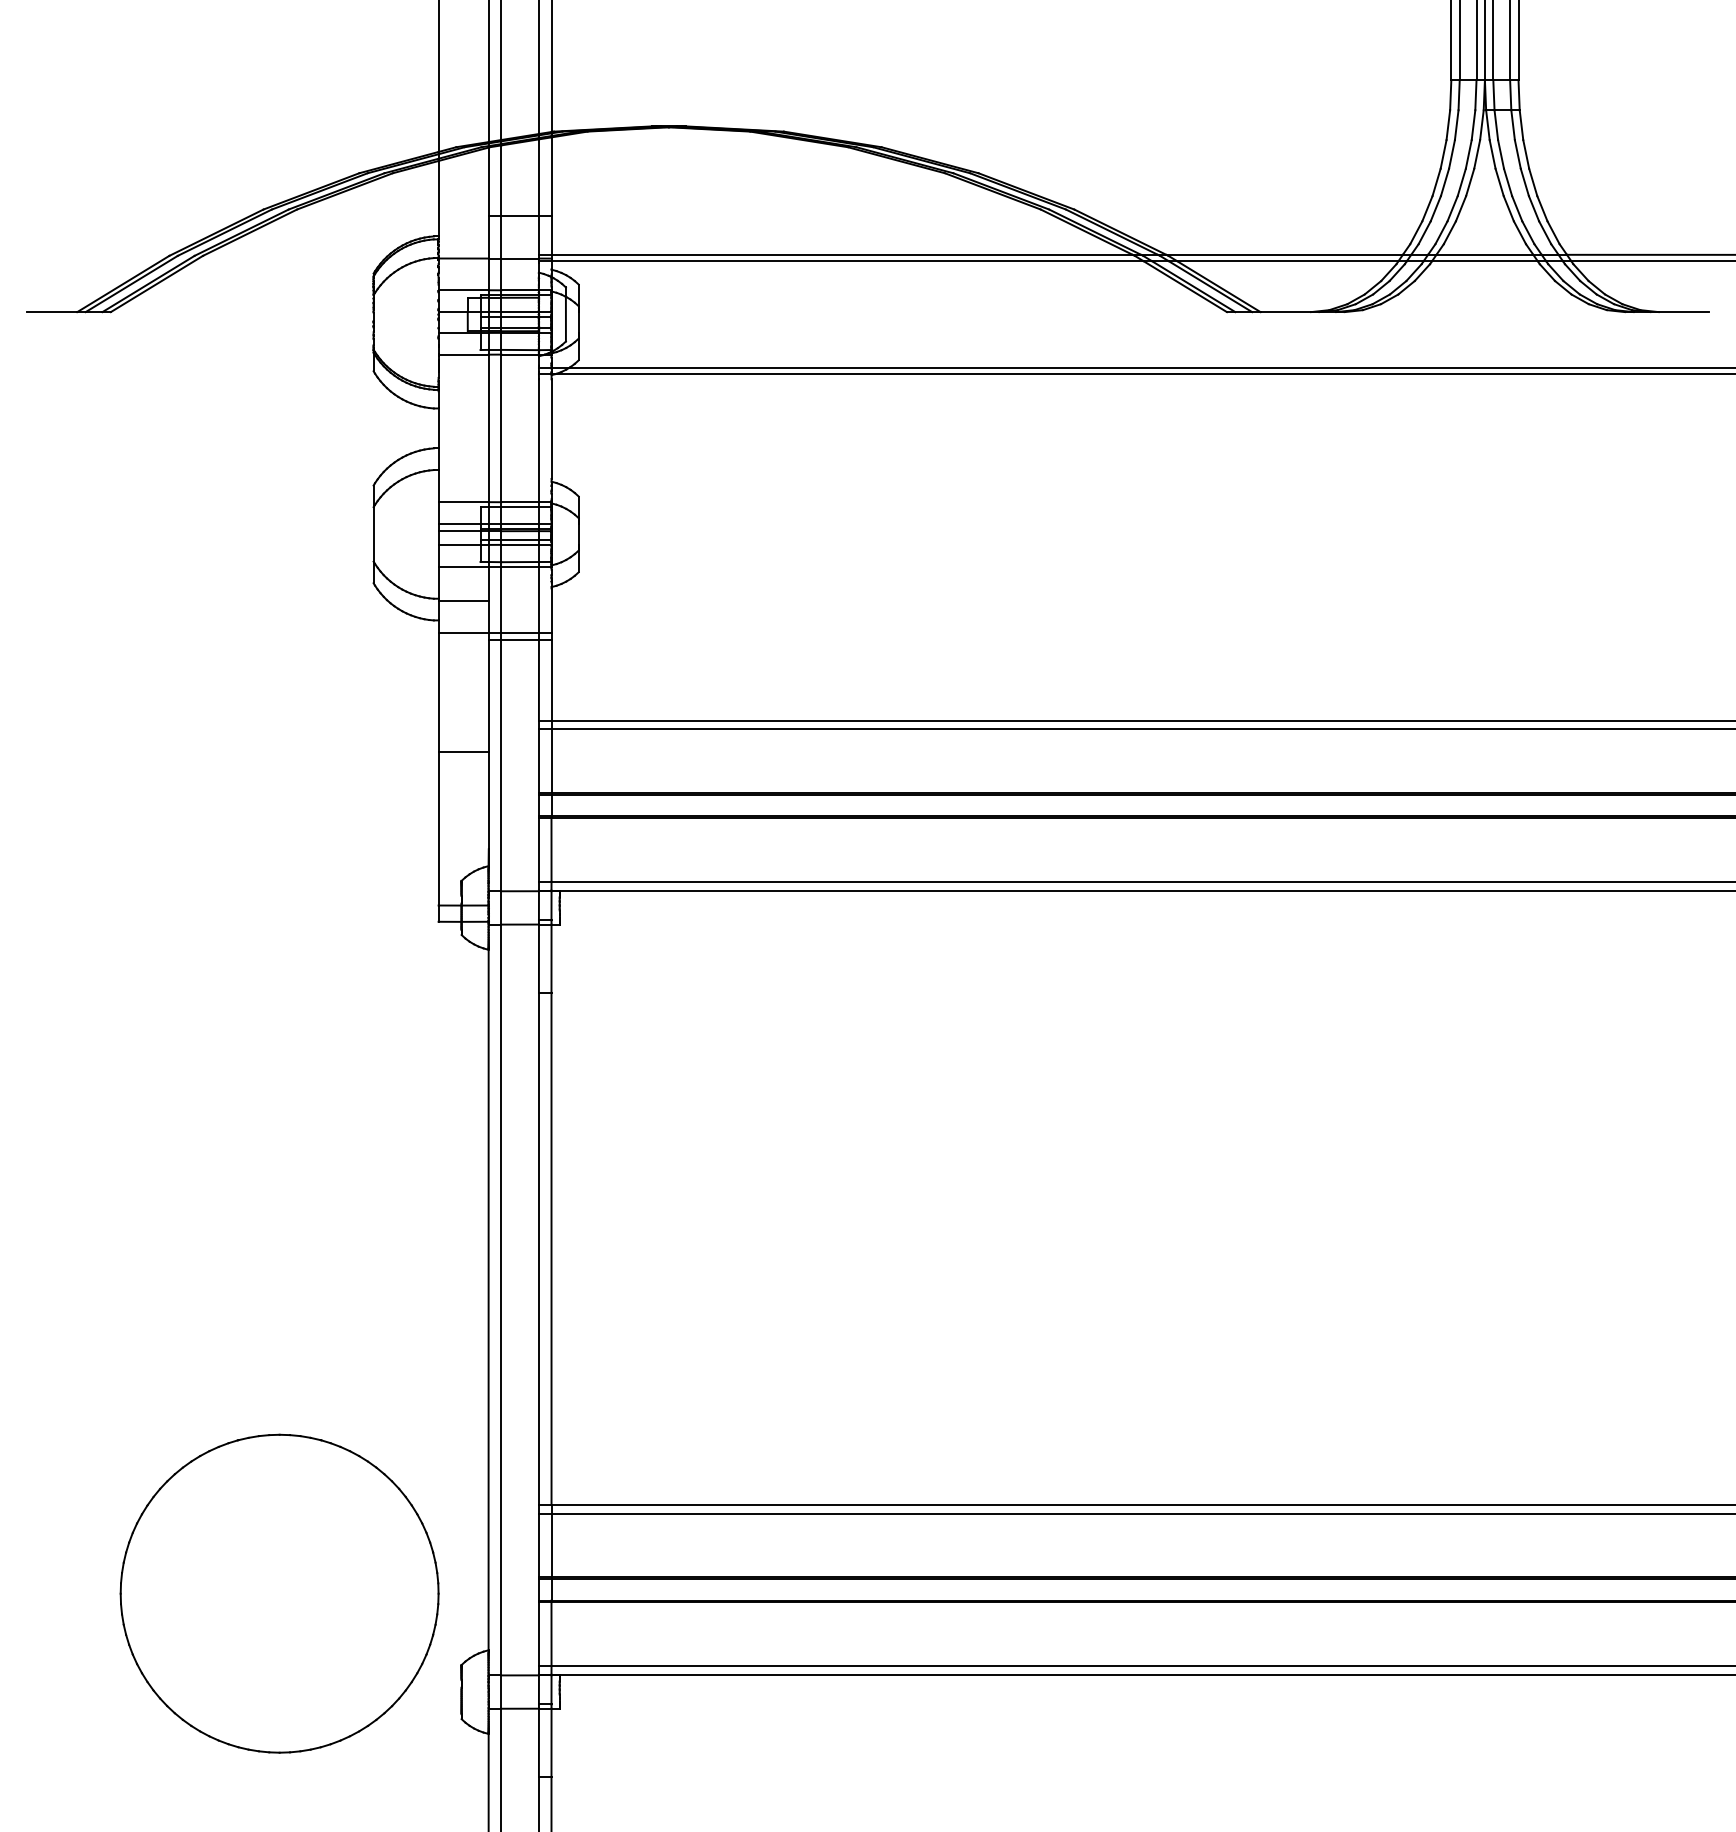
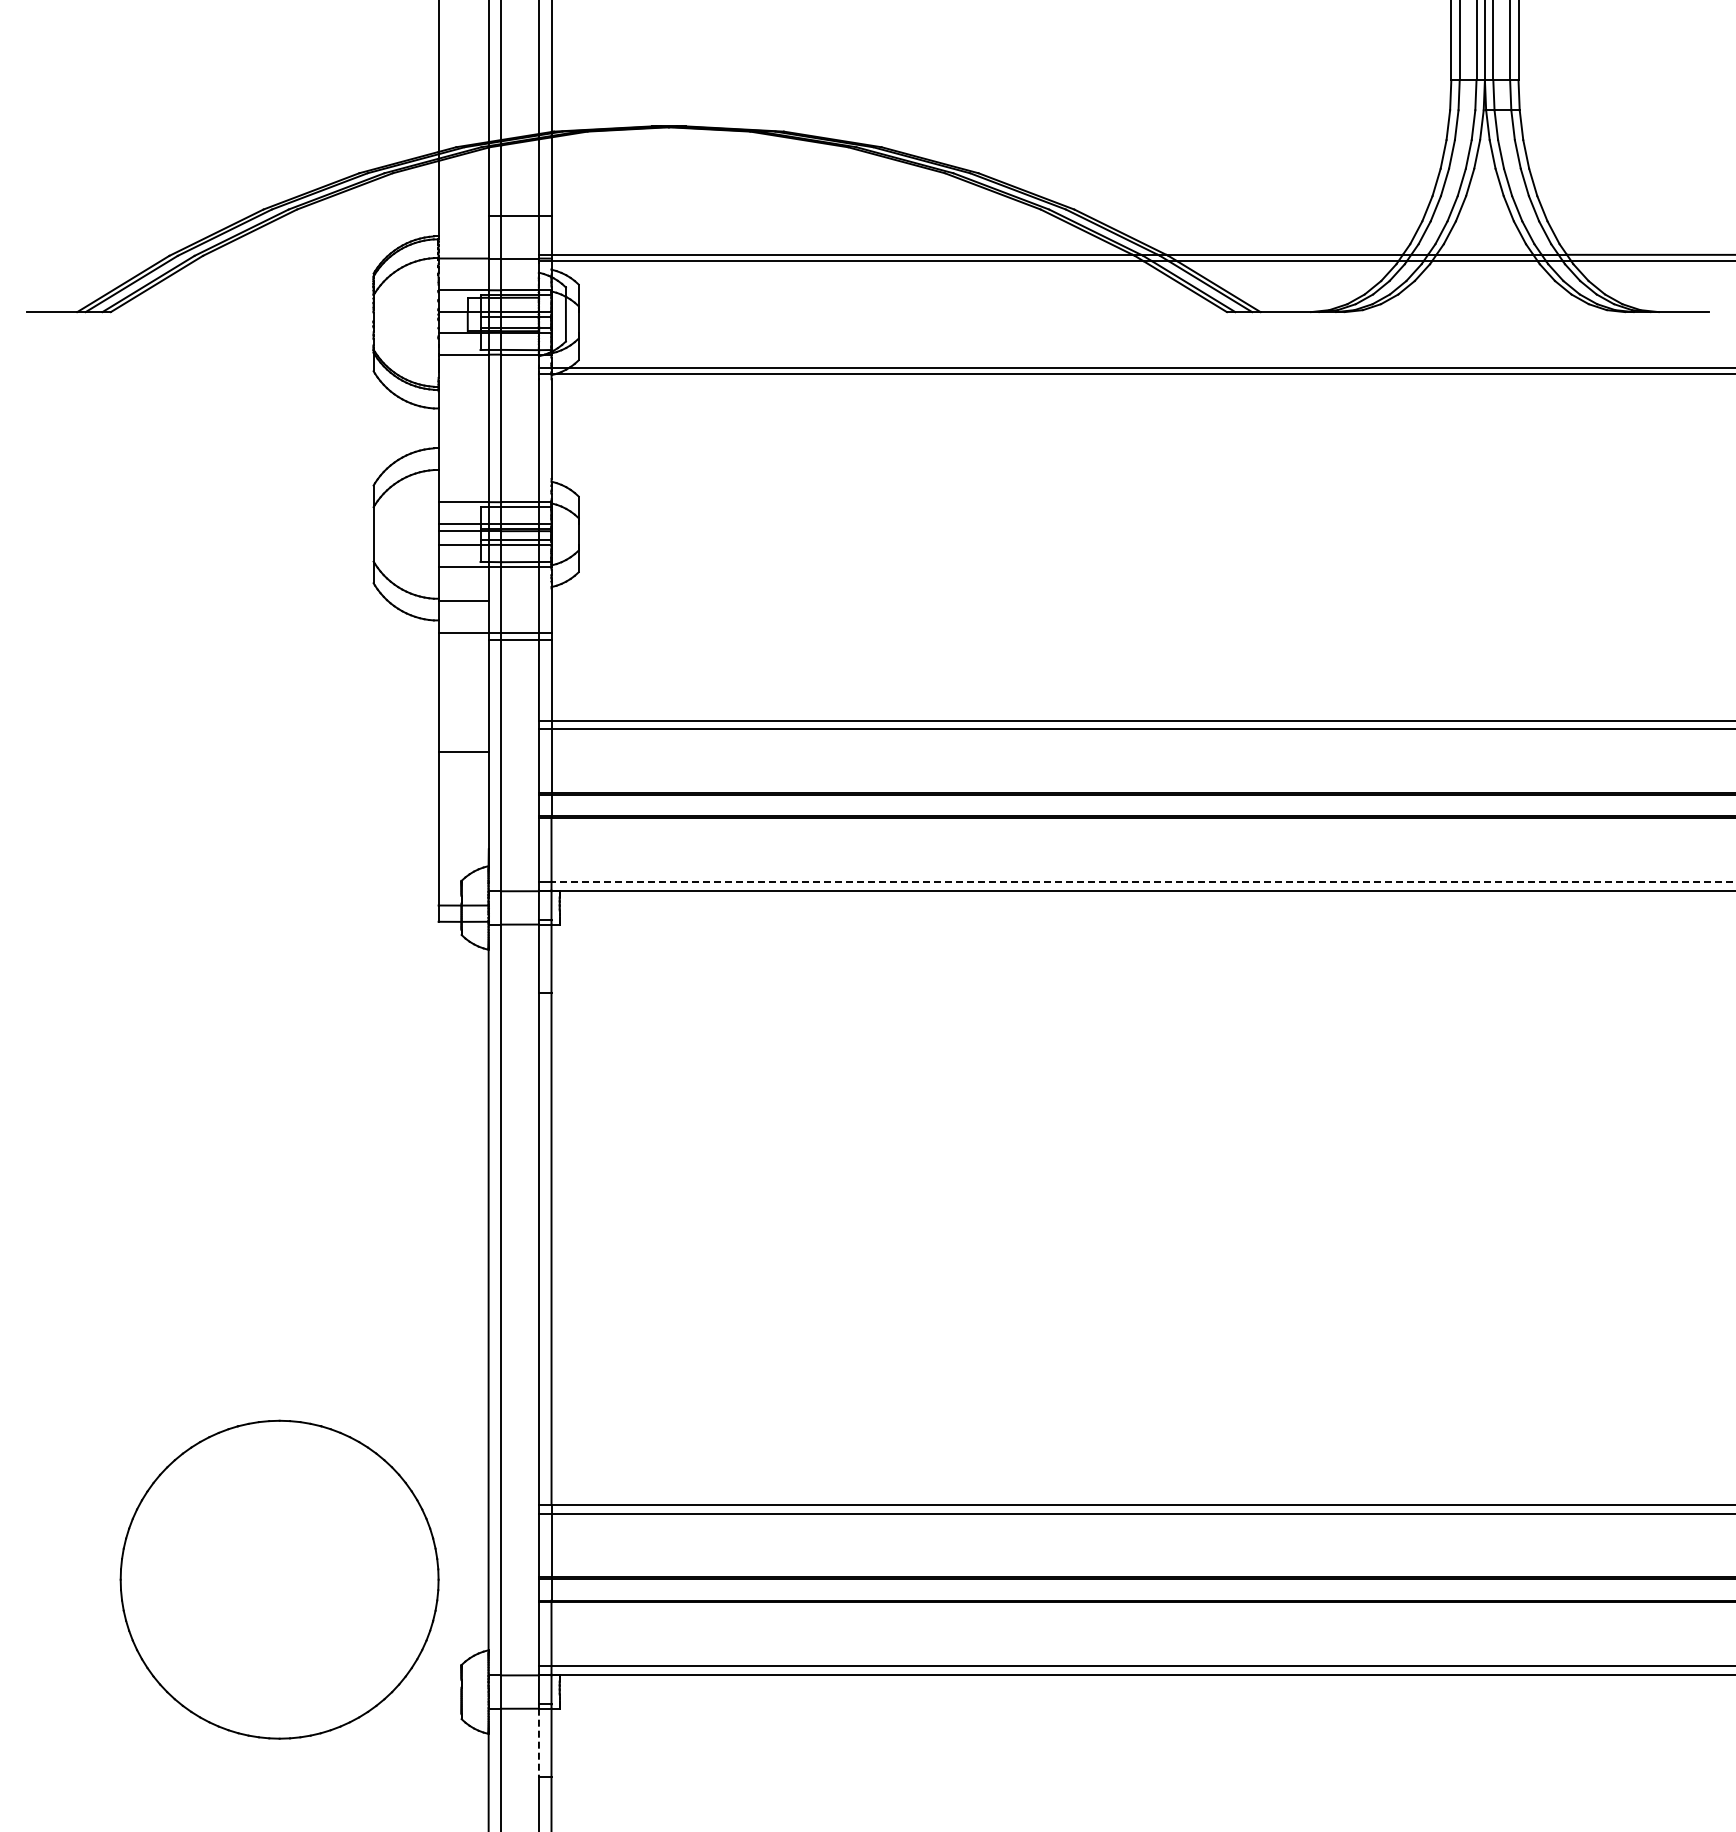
line at (1143, 881): solid -> dashed
part at (279, 1593) position: (279, 1593) -> (279, 1579)
line at (538, 1743): solid -> dashed
